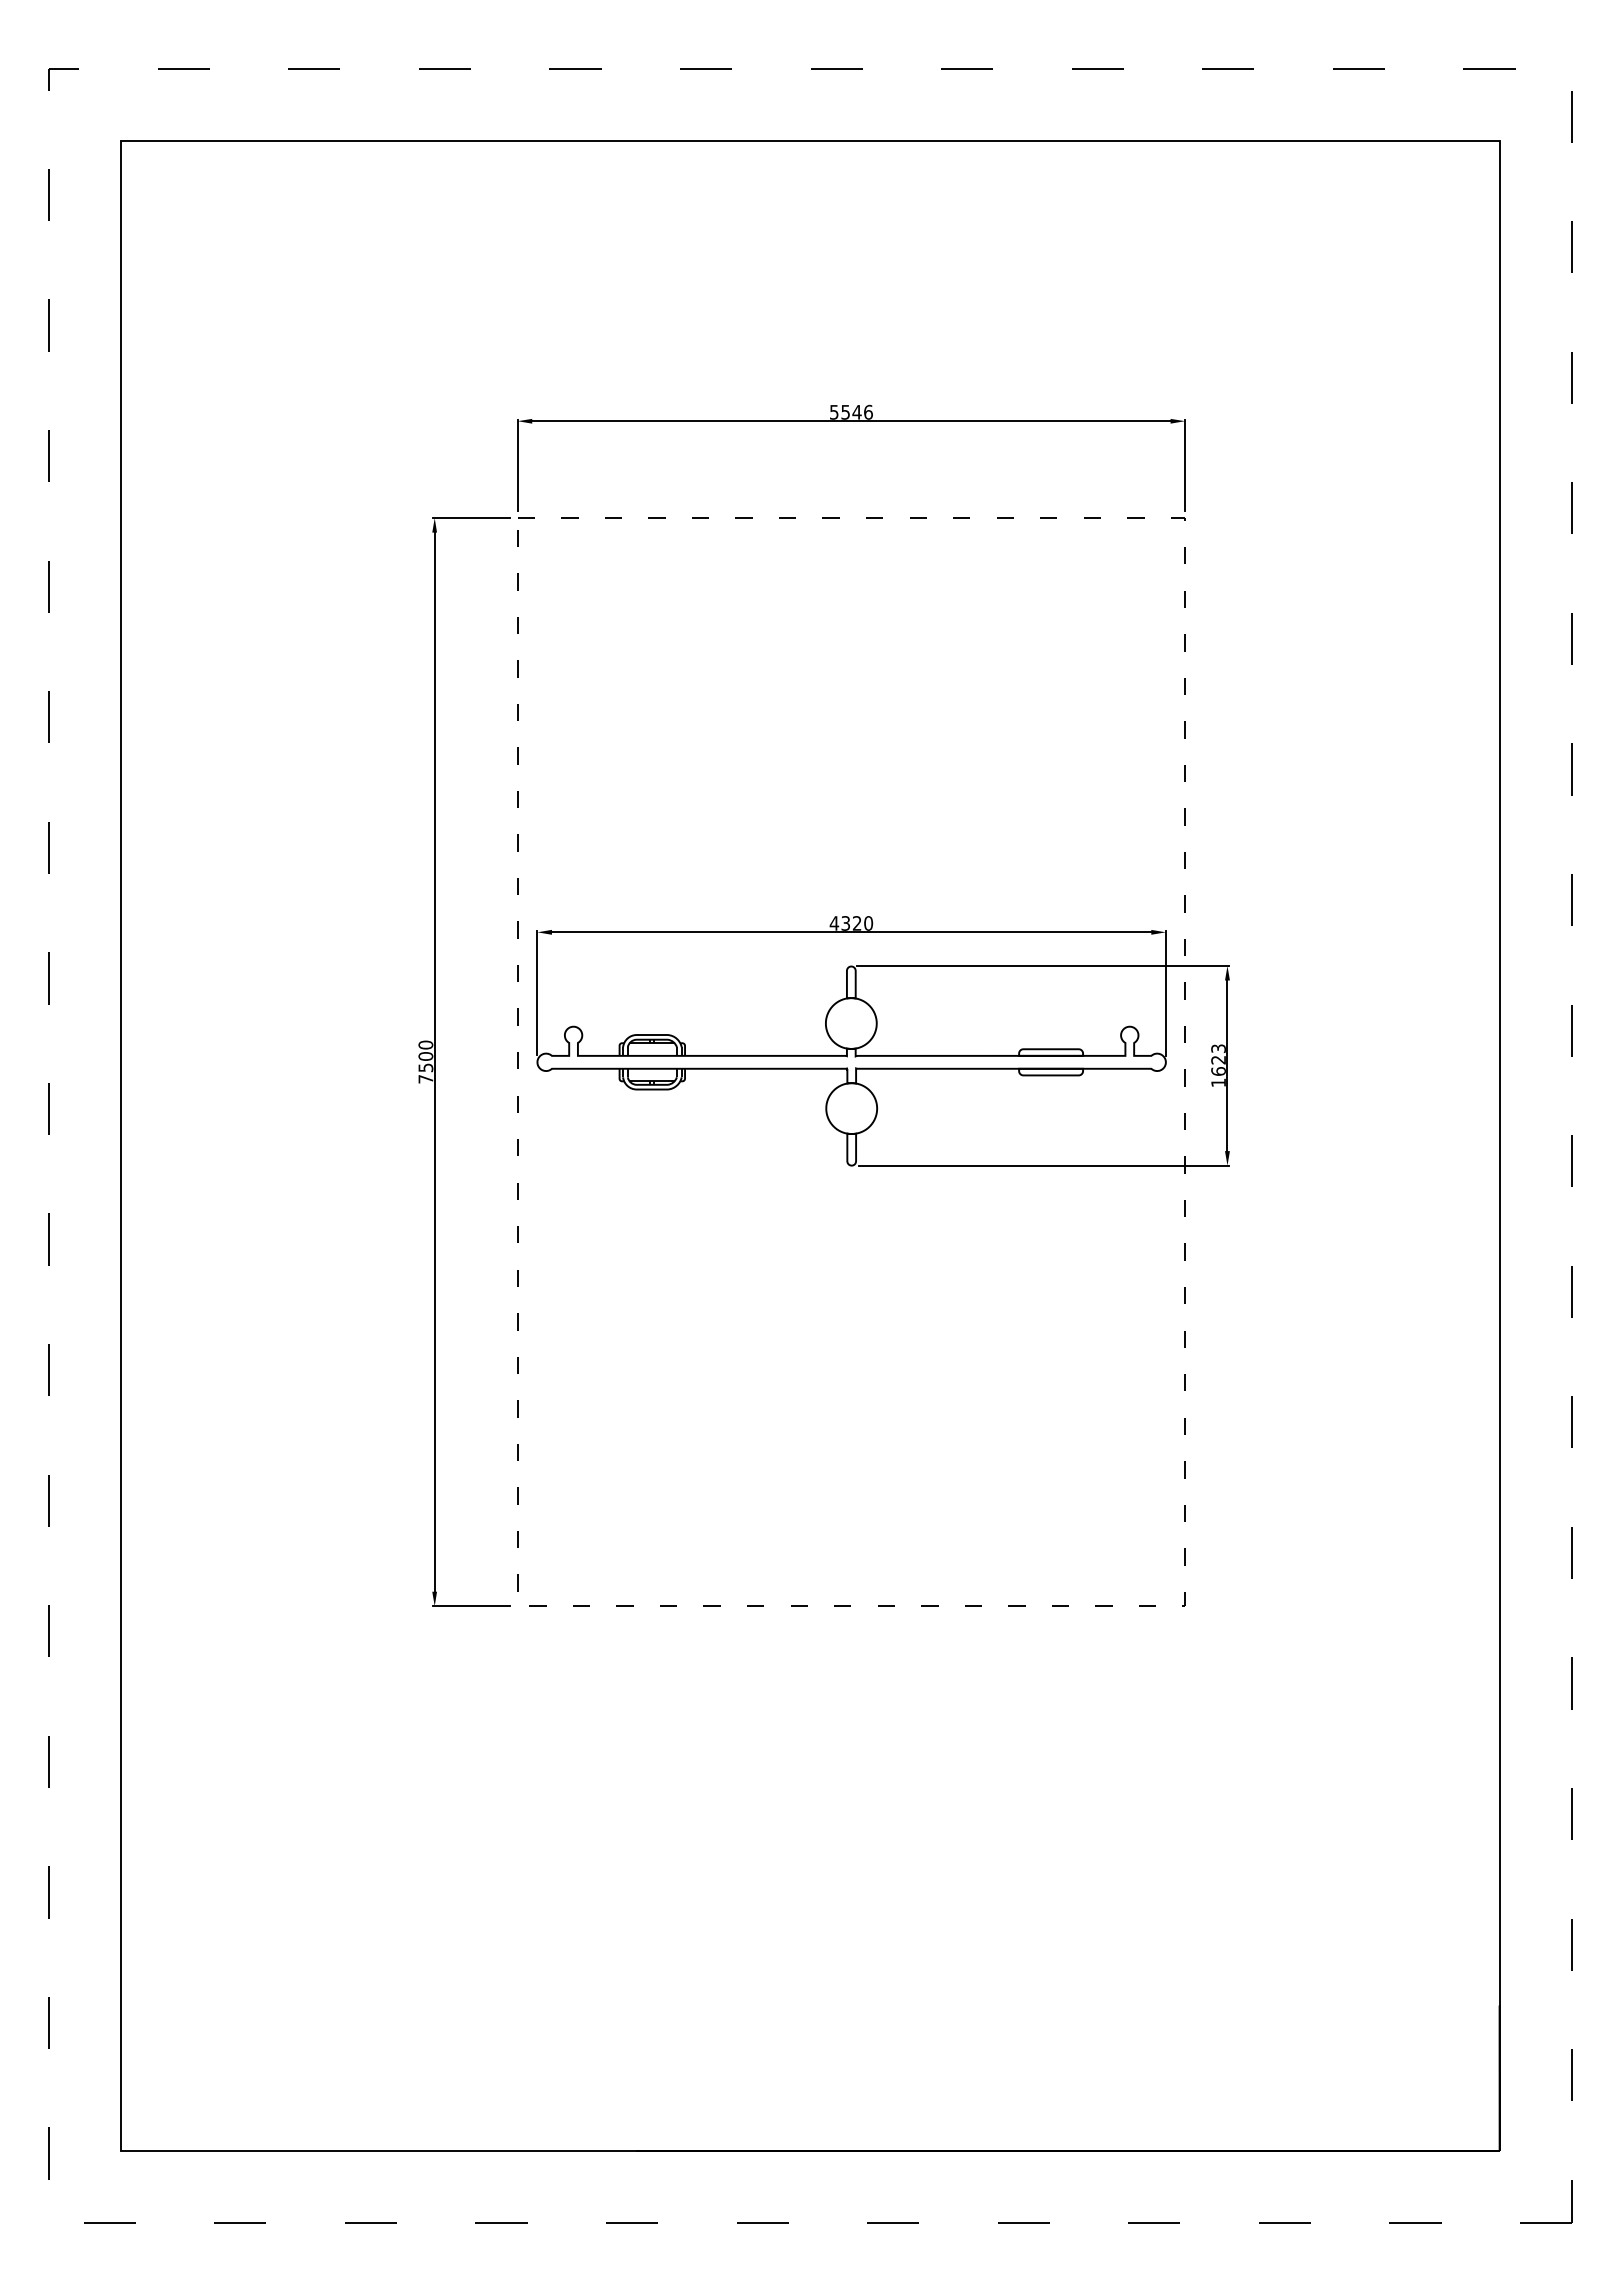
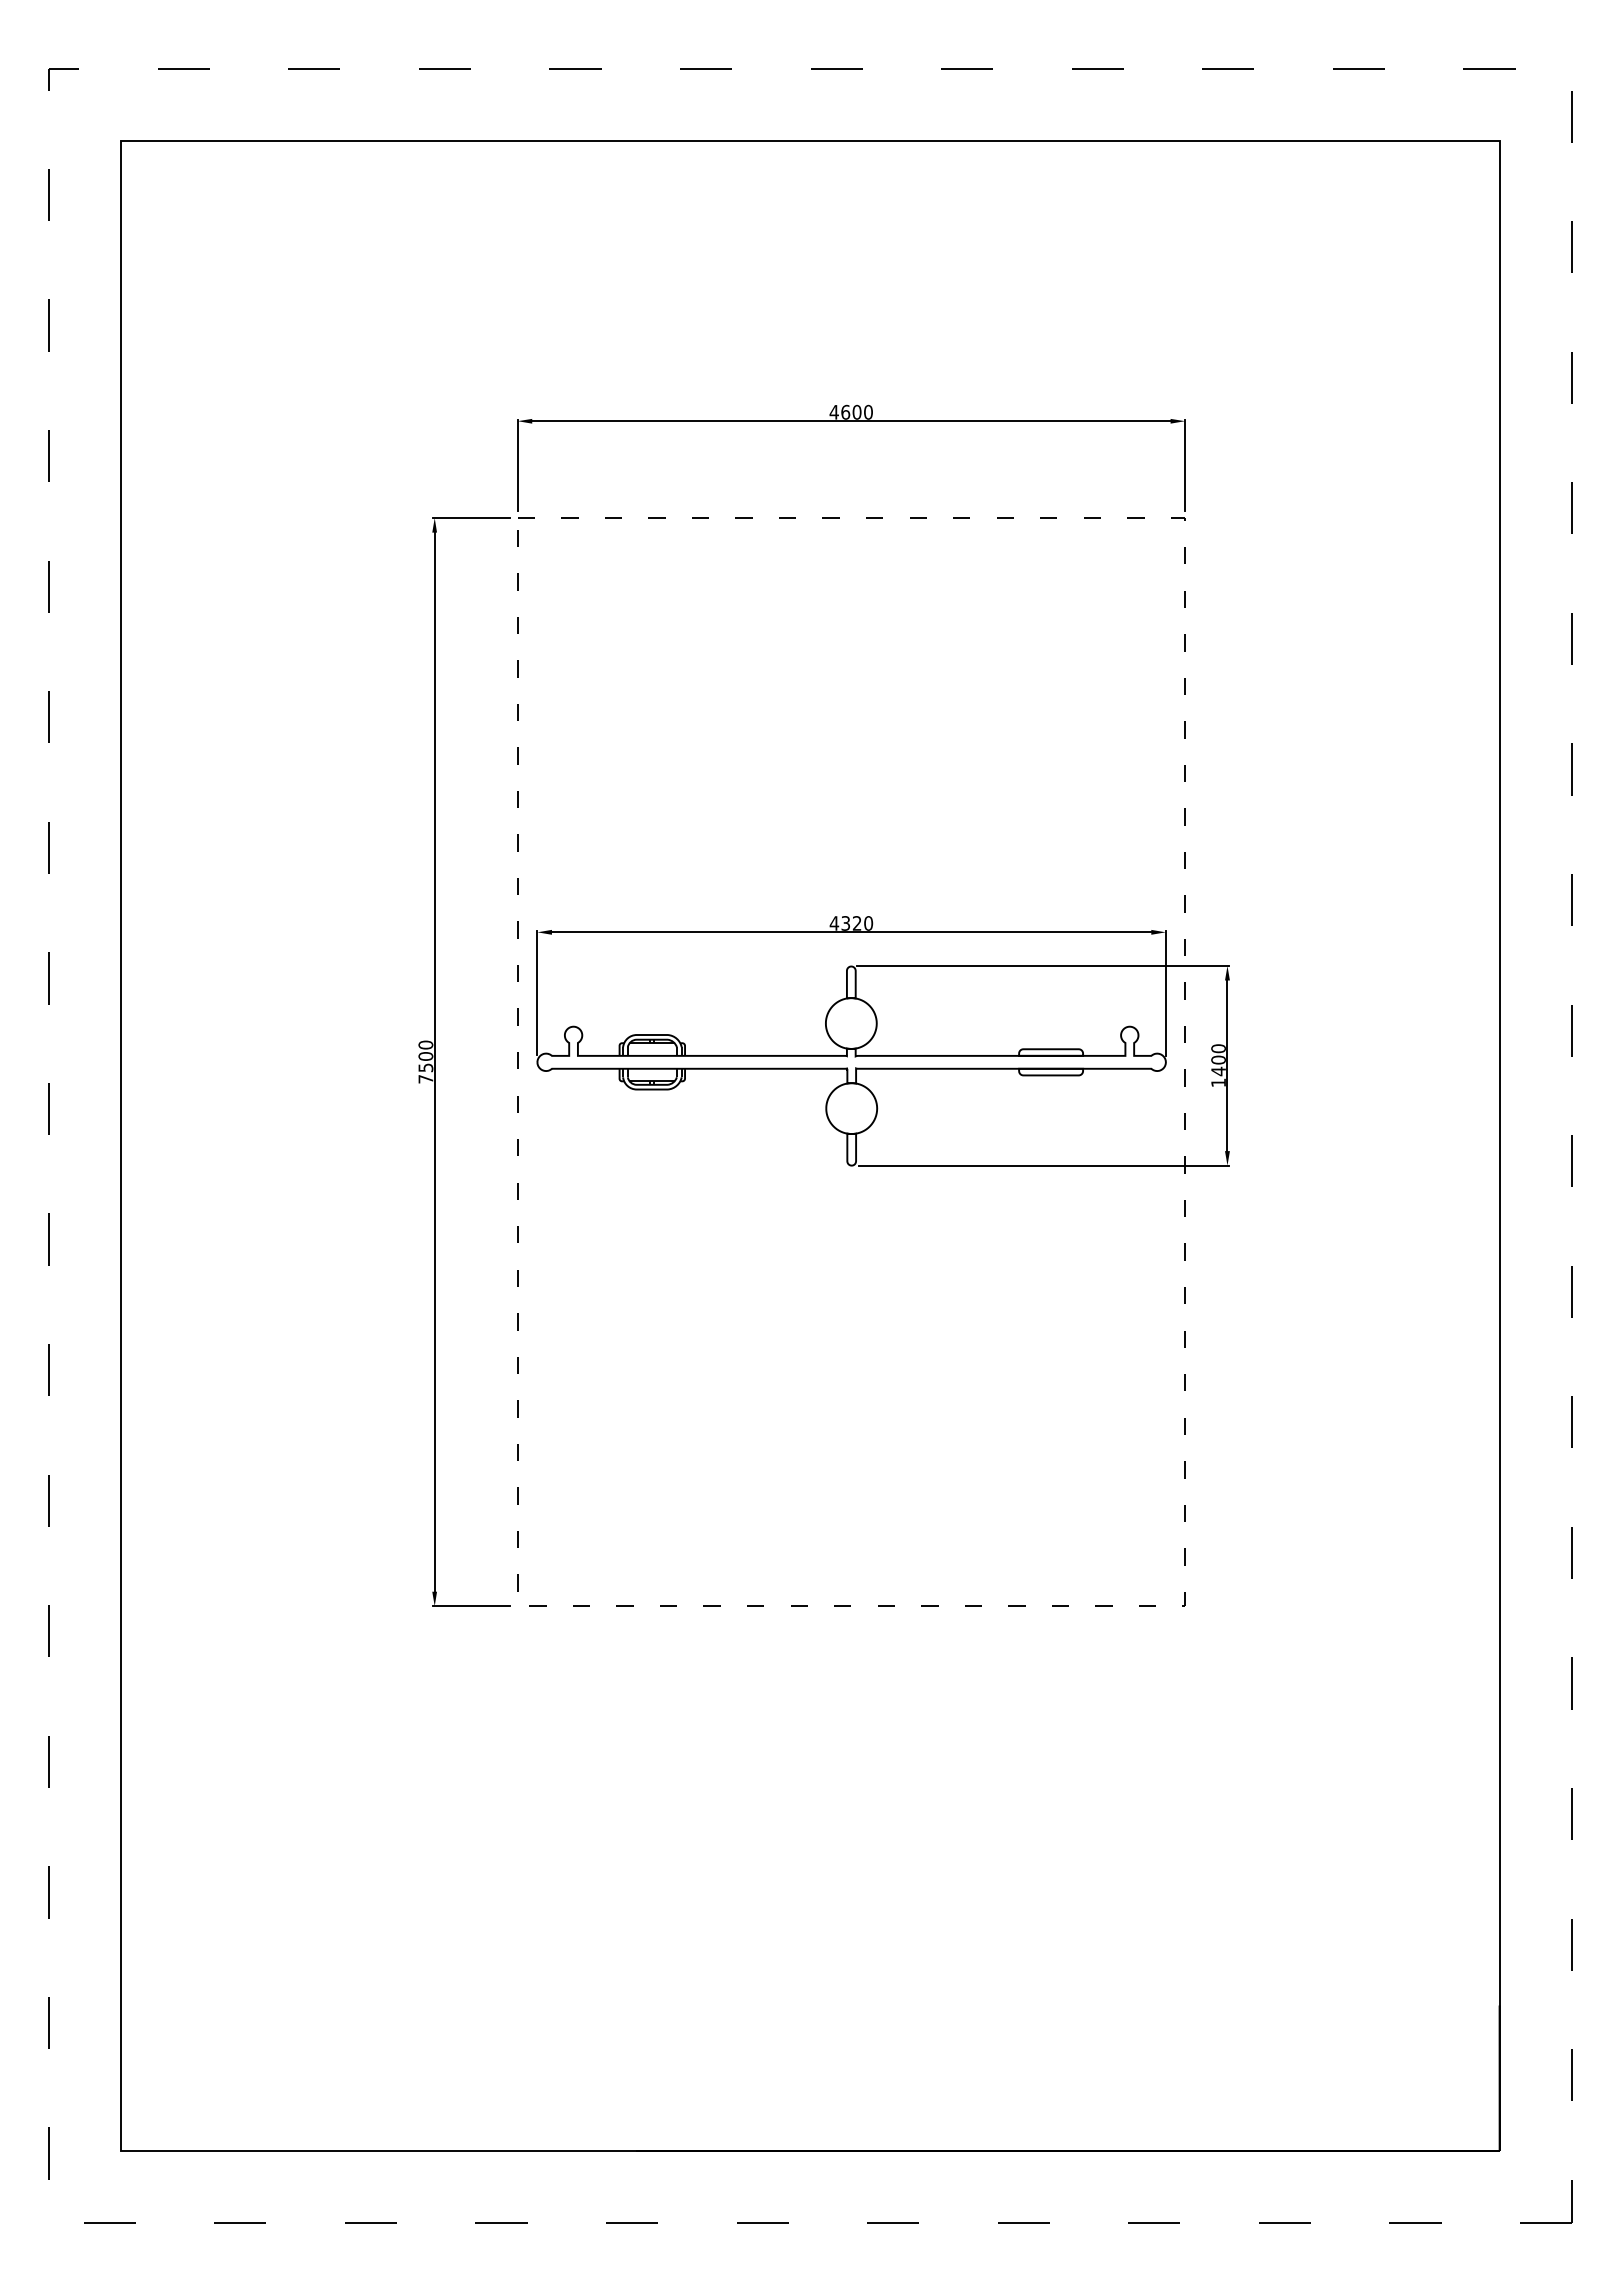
text at (850, 411): 5546 -> 4600
text at (1218, 1060): 1623 -> 1400
